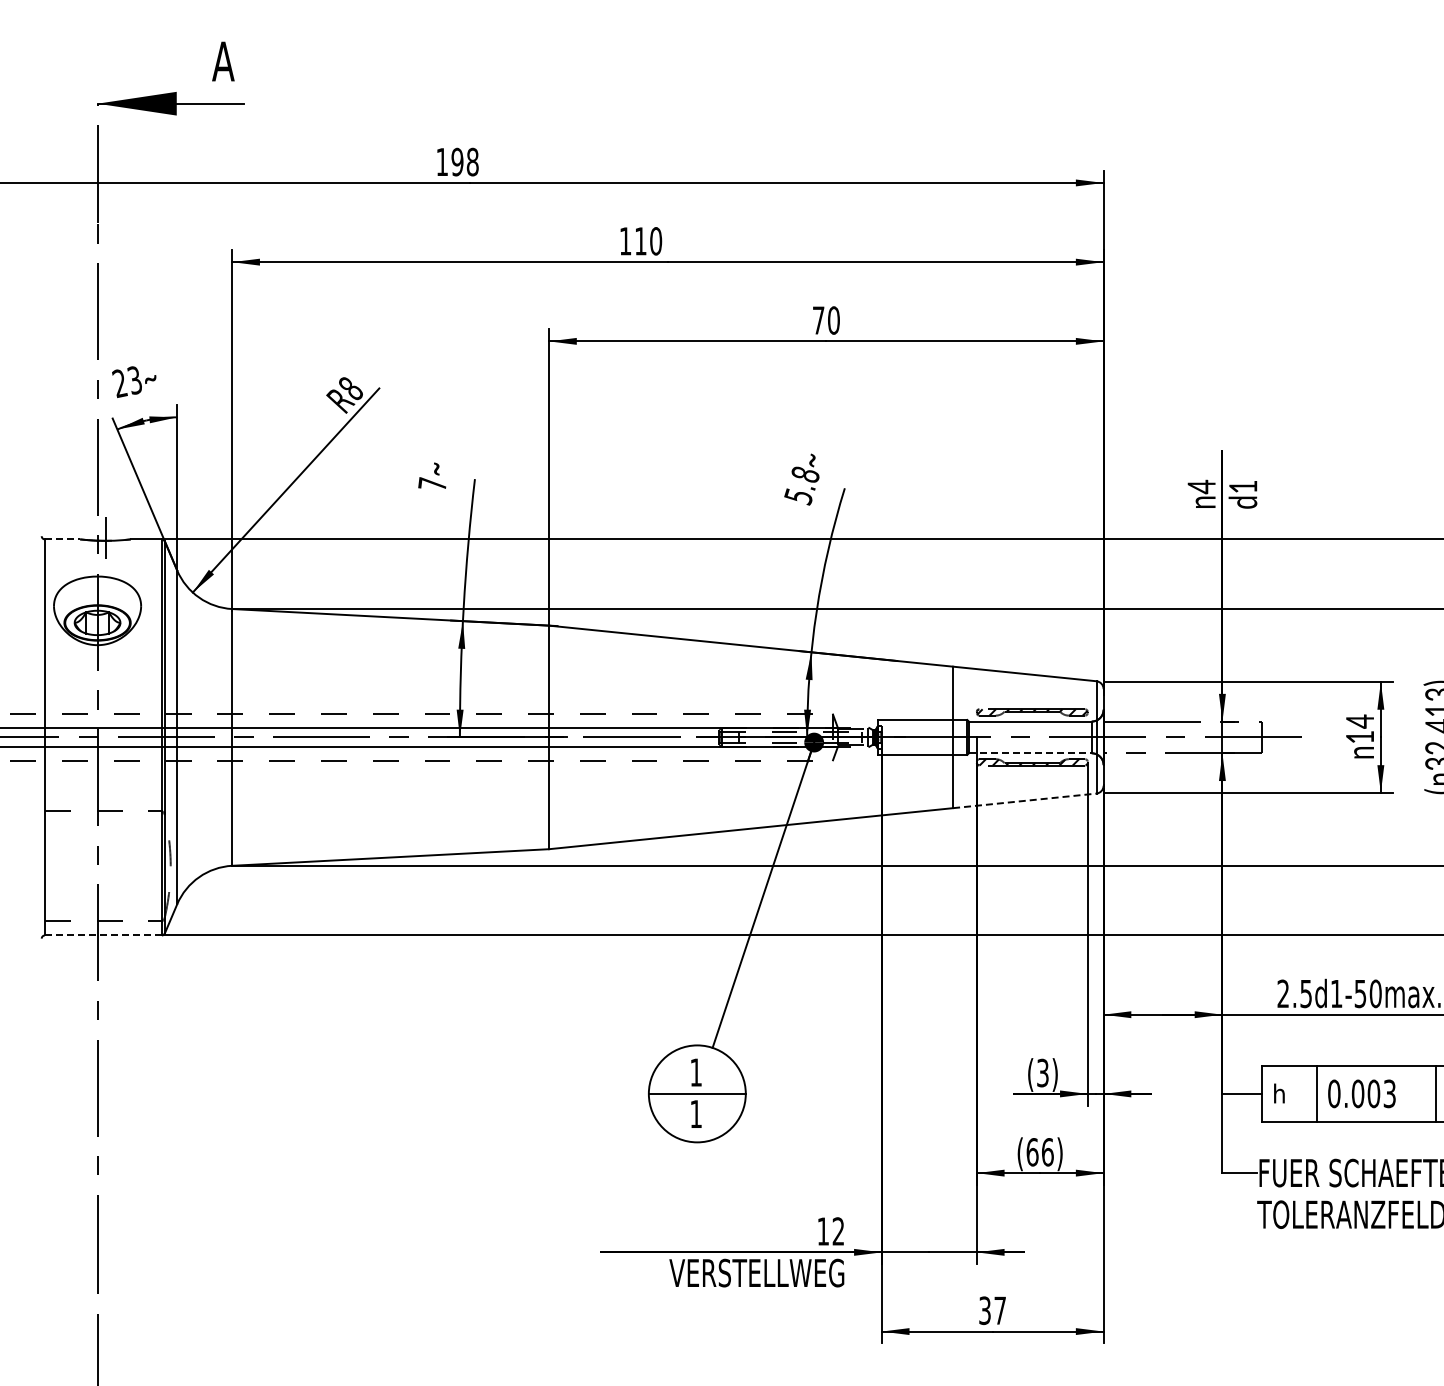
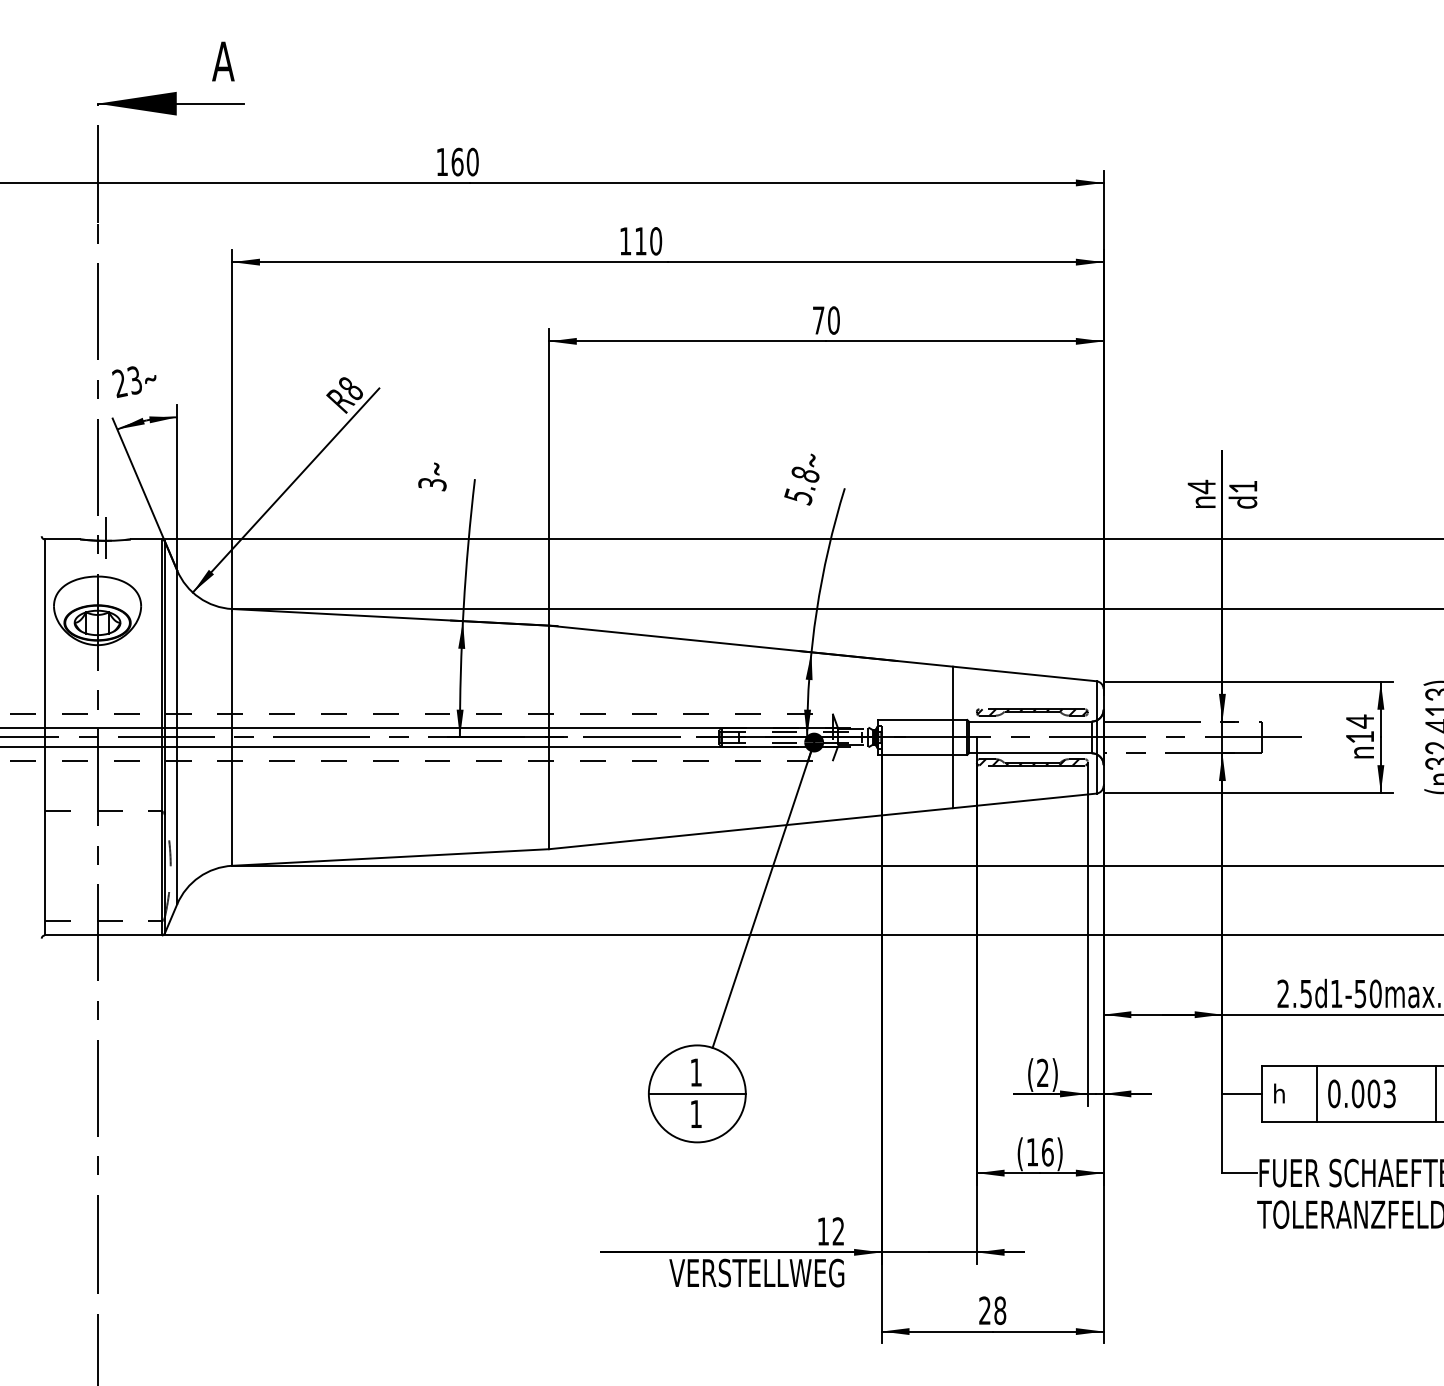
text at (464, 161): 198 -> 160
text at (432, 484): 7 -> 3
line at (62, 539): dashed -> solid
line at (1030, 753): dashed -> solid
line at (1025, 800): dashed -> solid
line at (103, 935): dashed -> solid
text at (1042, 1073): (3) -> (2)
text at (1032, 1152): (66) -> (16)
text at (992, 1310): 37 -> 28
